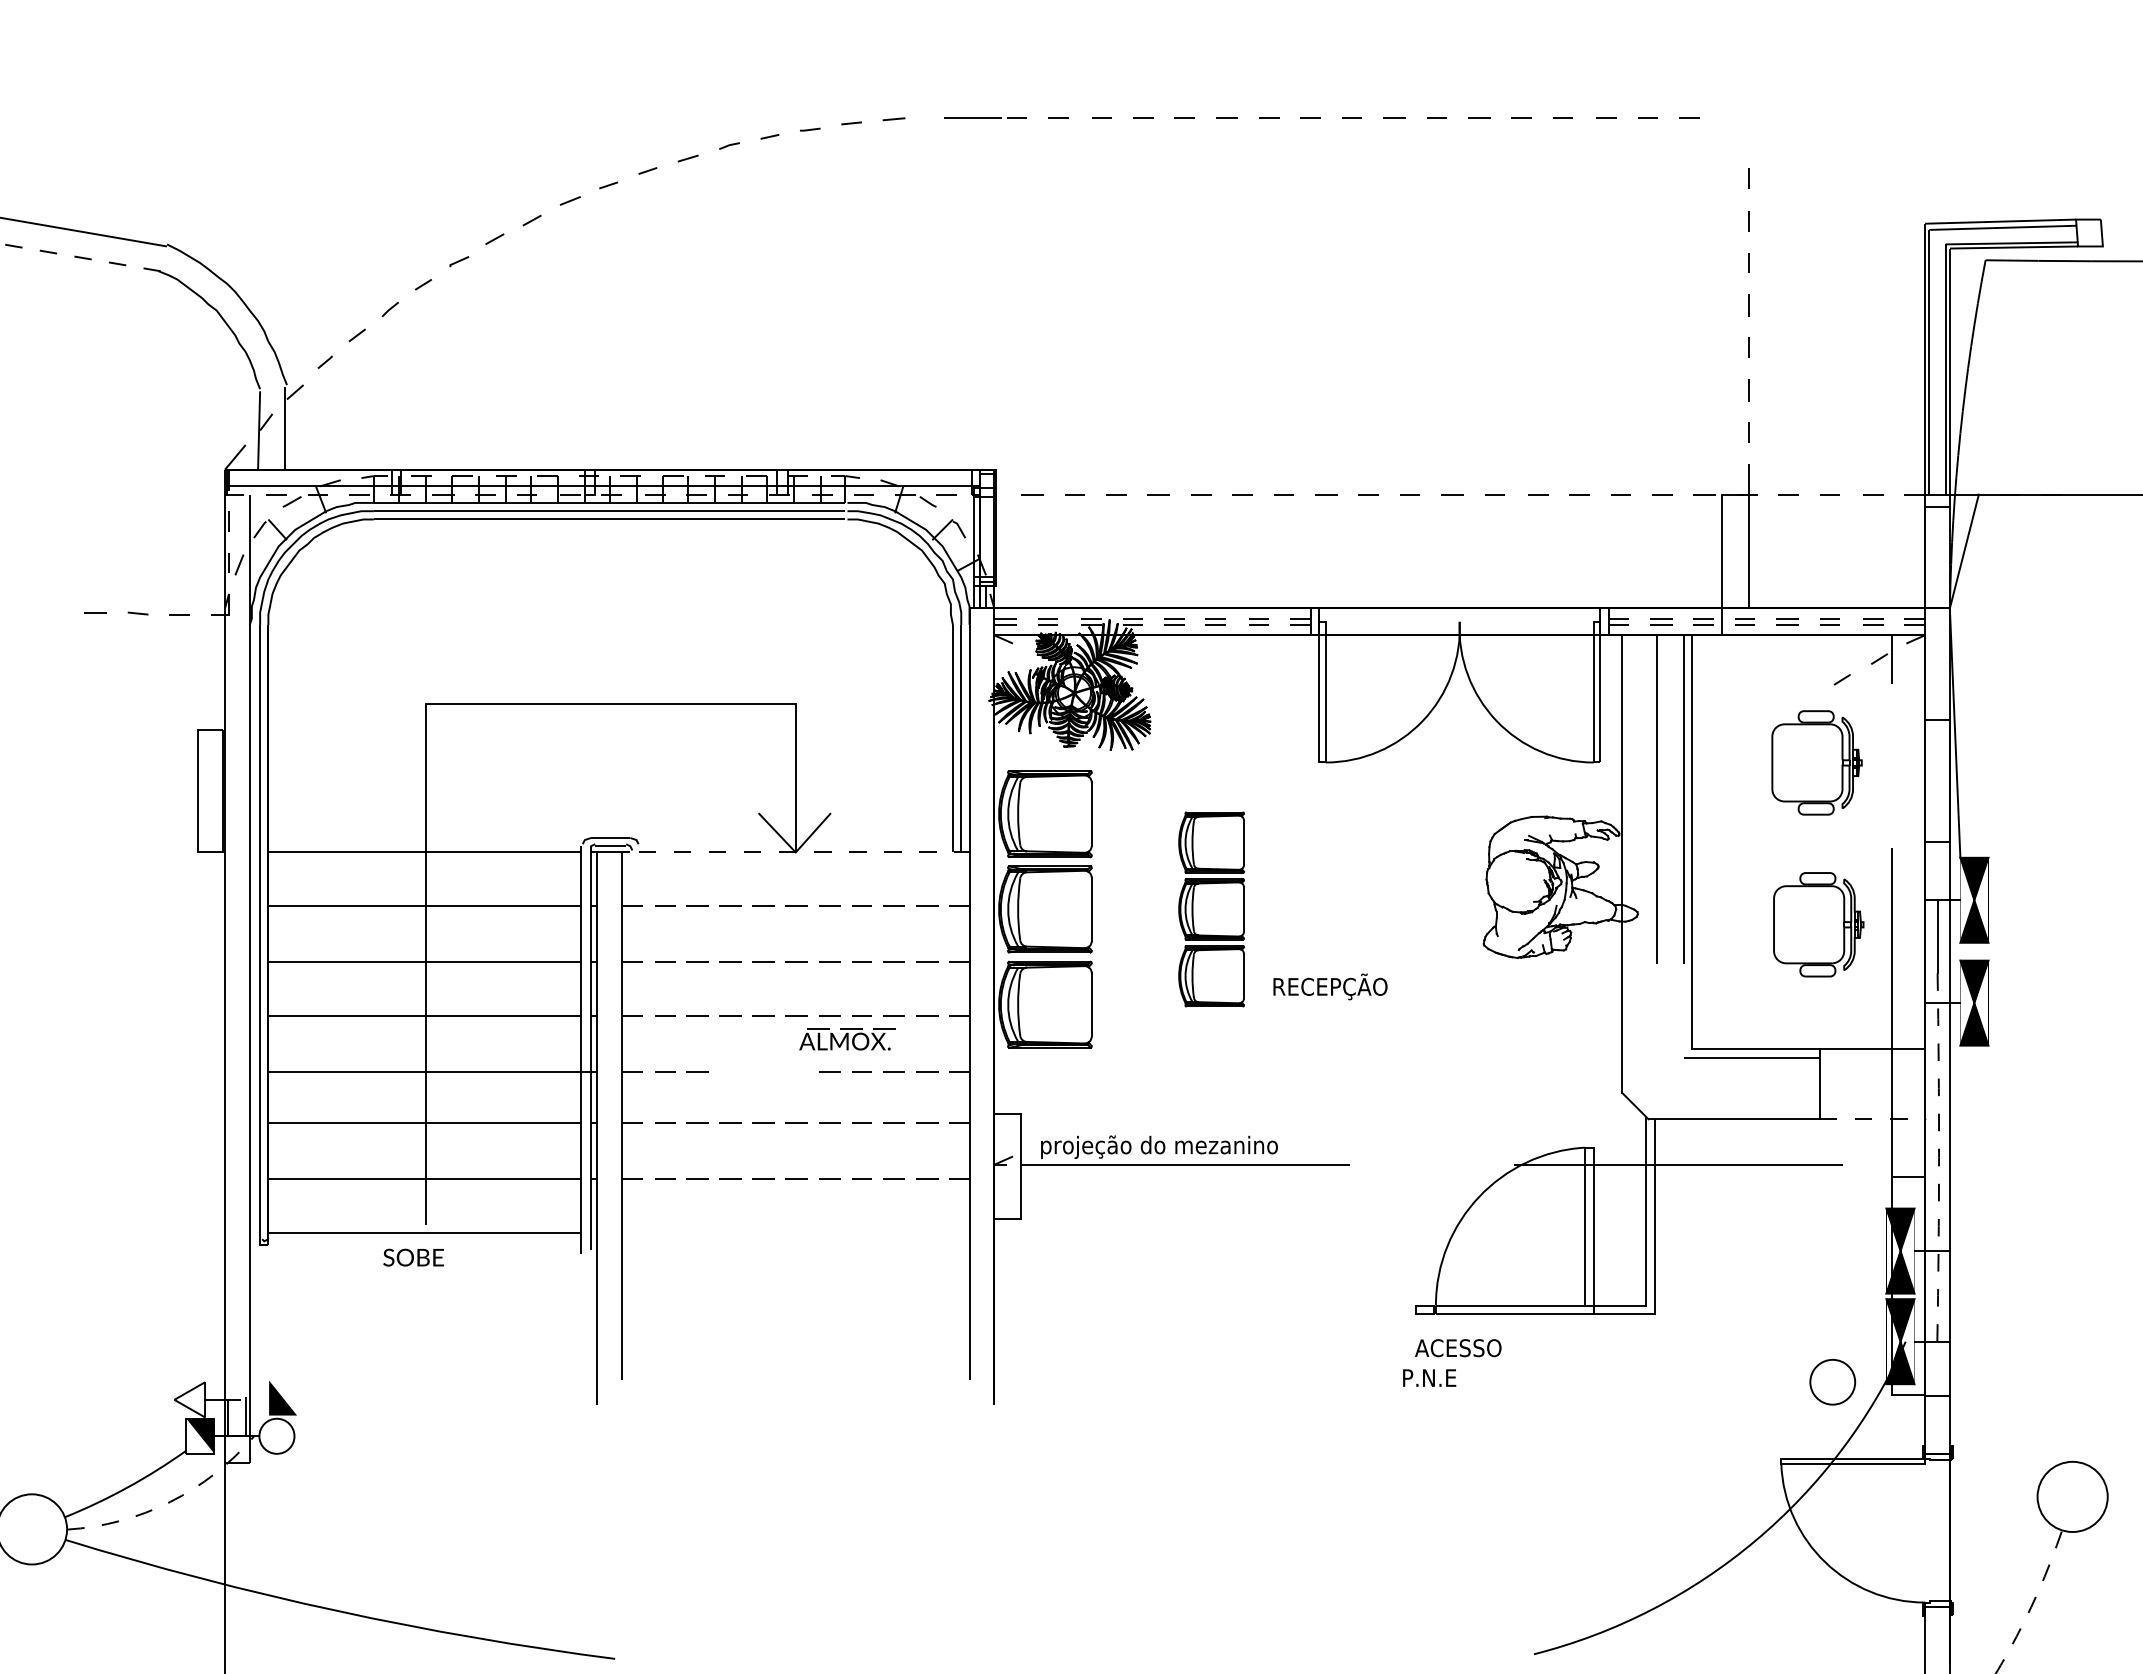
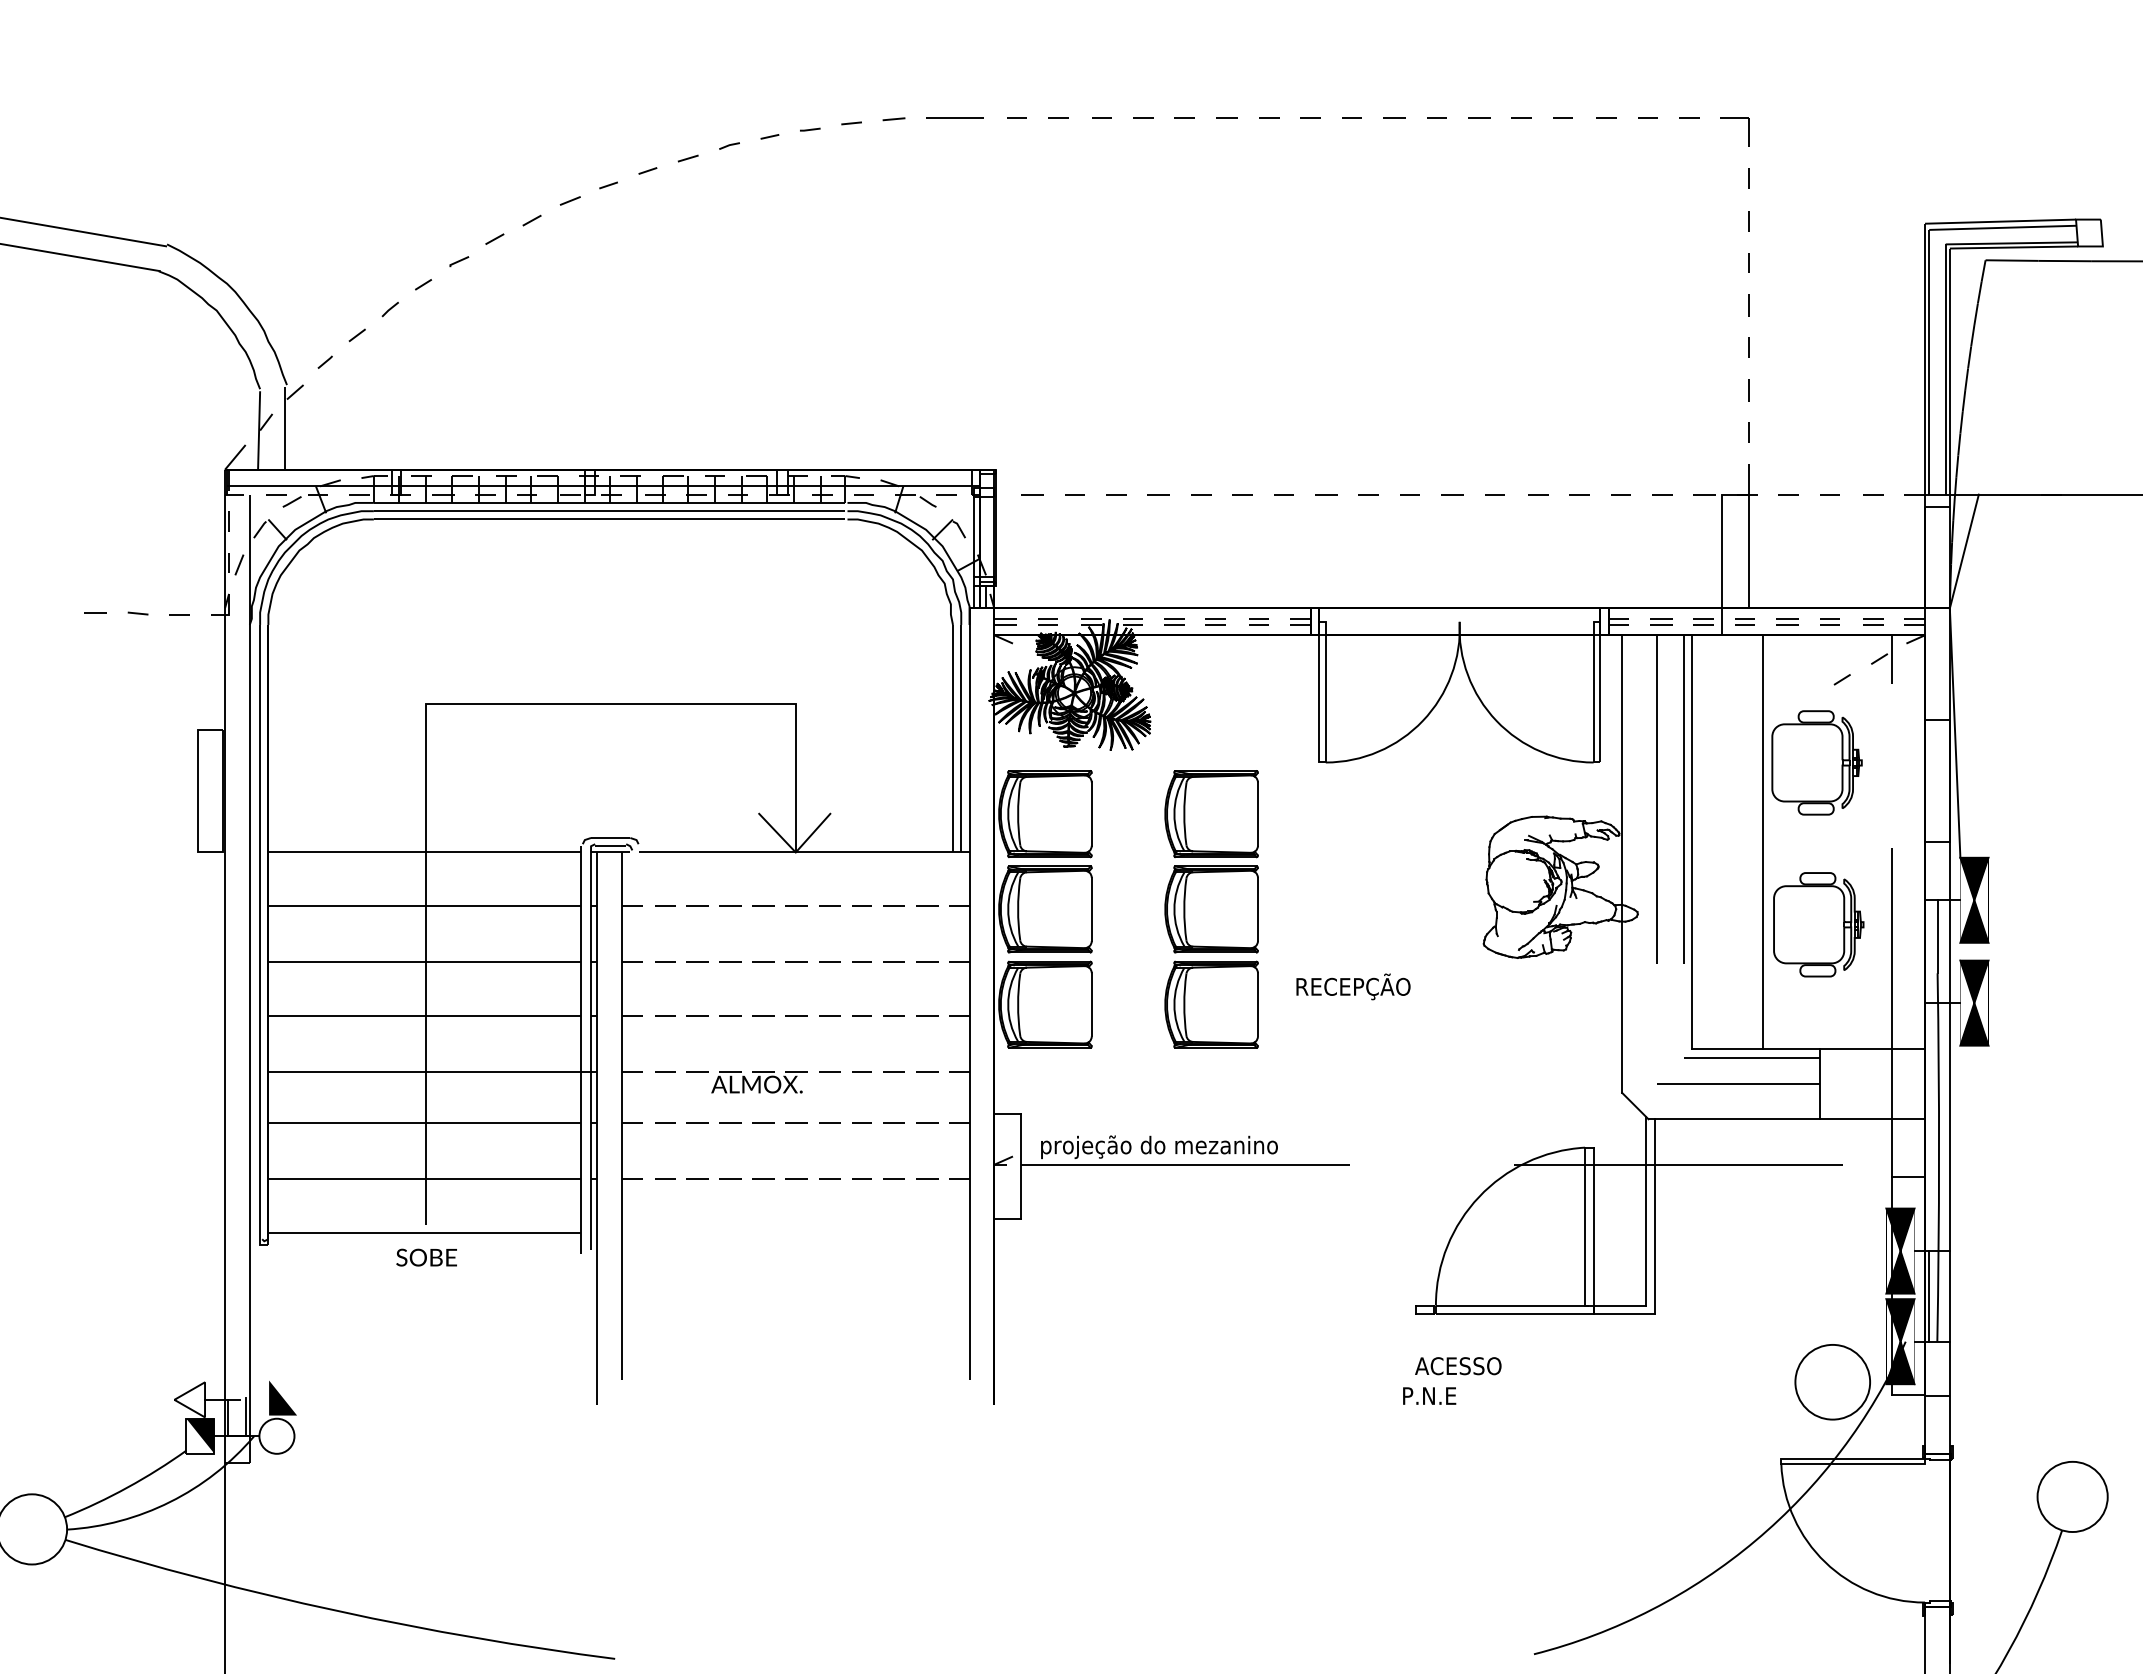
line at (972, 117) position: (972, 117) -> (954, 117)
part at (1734, 118): none -> present
line at (80, 257): dashed -> solid
line at (1762, 842): none -> present
line at (804, 852): dashed -> solid
part at (1211, 909) size: 67x197 px -> 95x279 px
text at (1330, 986) position: (1330, 986) -> (1353, 986)
part at (847, 1039) position: (847, 1039) -> (759, 1082)
line at (1738, 1084): none -> present
line at (1872, 1119): dashed -> solid
arc at (1939, 1157): dashed -> solid
text at (413, 1257) position: (413, 1257) -> (426, 1257)
line at (1928, 1296): none -> present
text at (1452, 1362) position: (1452, 1362) -> (1452, 1380)
circle at (1832, 1381) diameter: 45 px -> 75 px
arc at (170, 1502): dashed -> solid
arc at (2032, 1603): dashed -> solid
